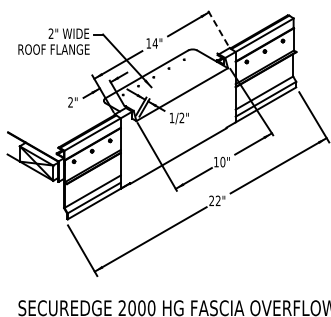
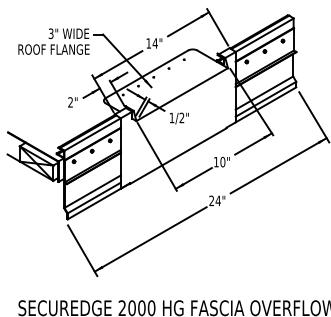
line at (217, 26): dashed -> solid
text at (50, 34): 2" -> 3"
text at (217, 200): 22" -> 24"
